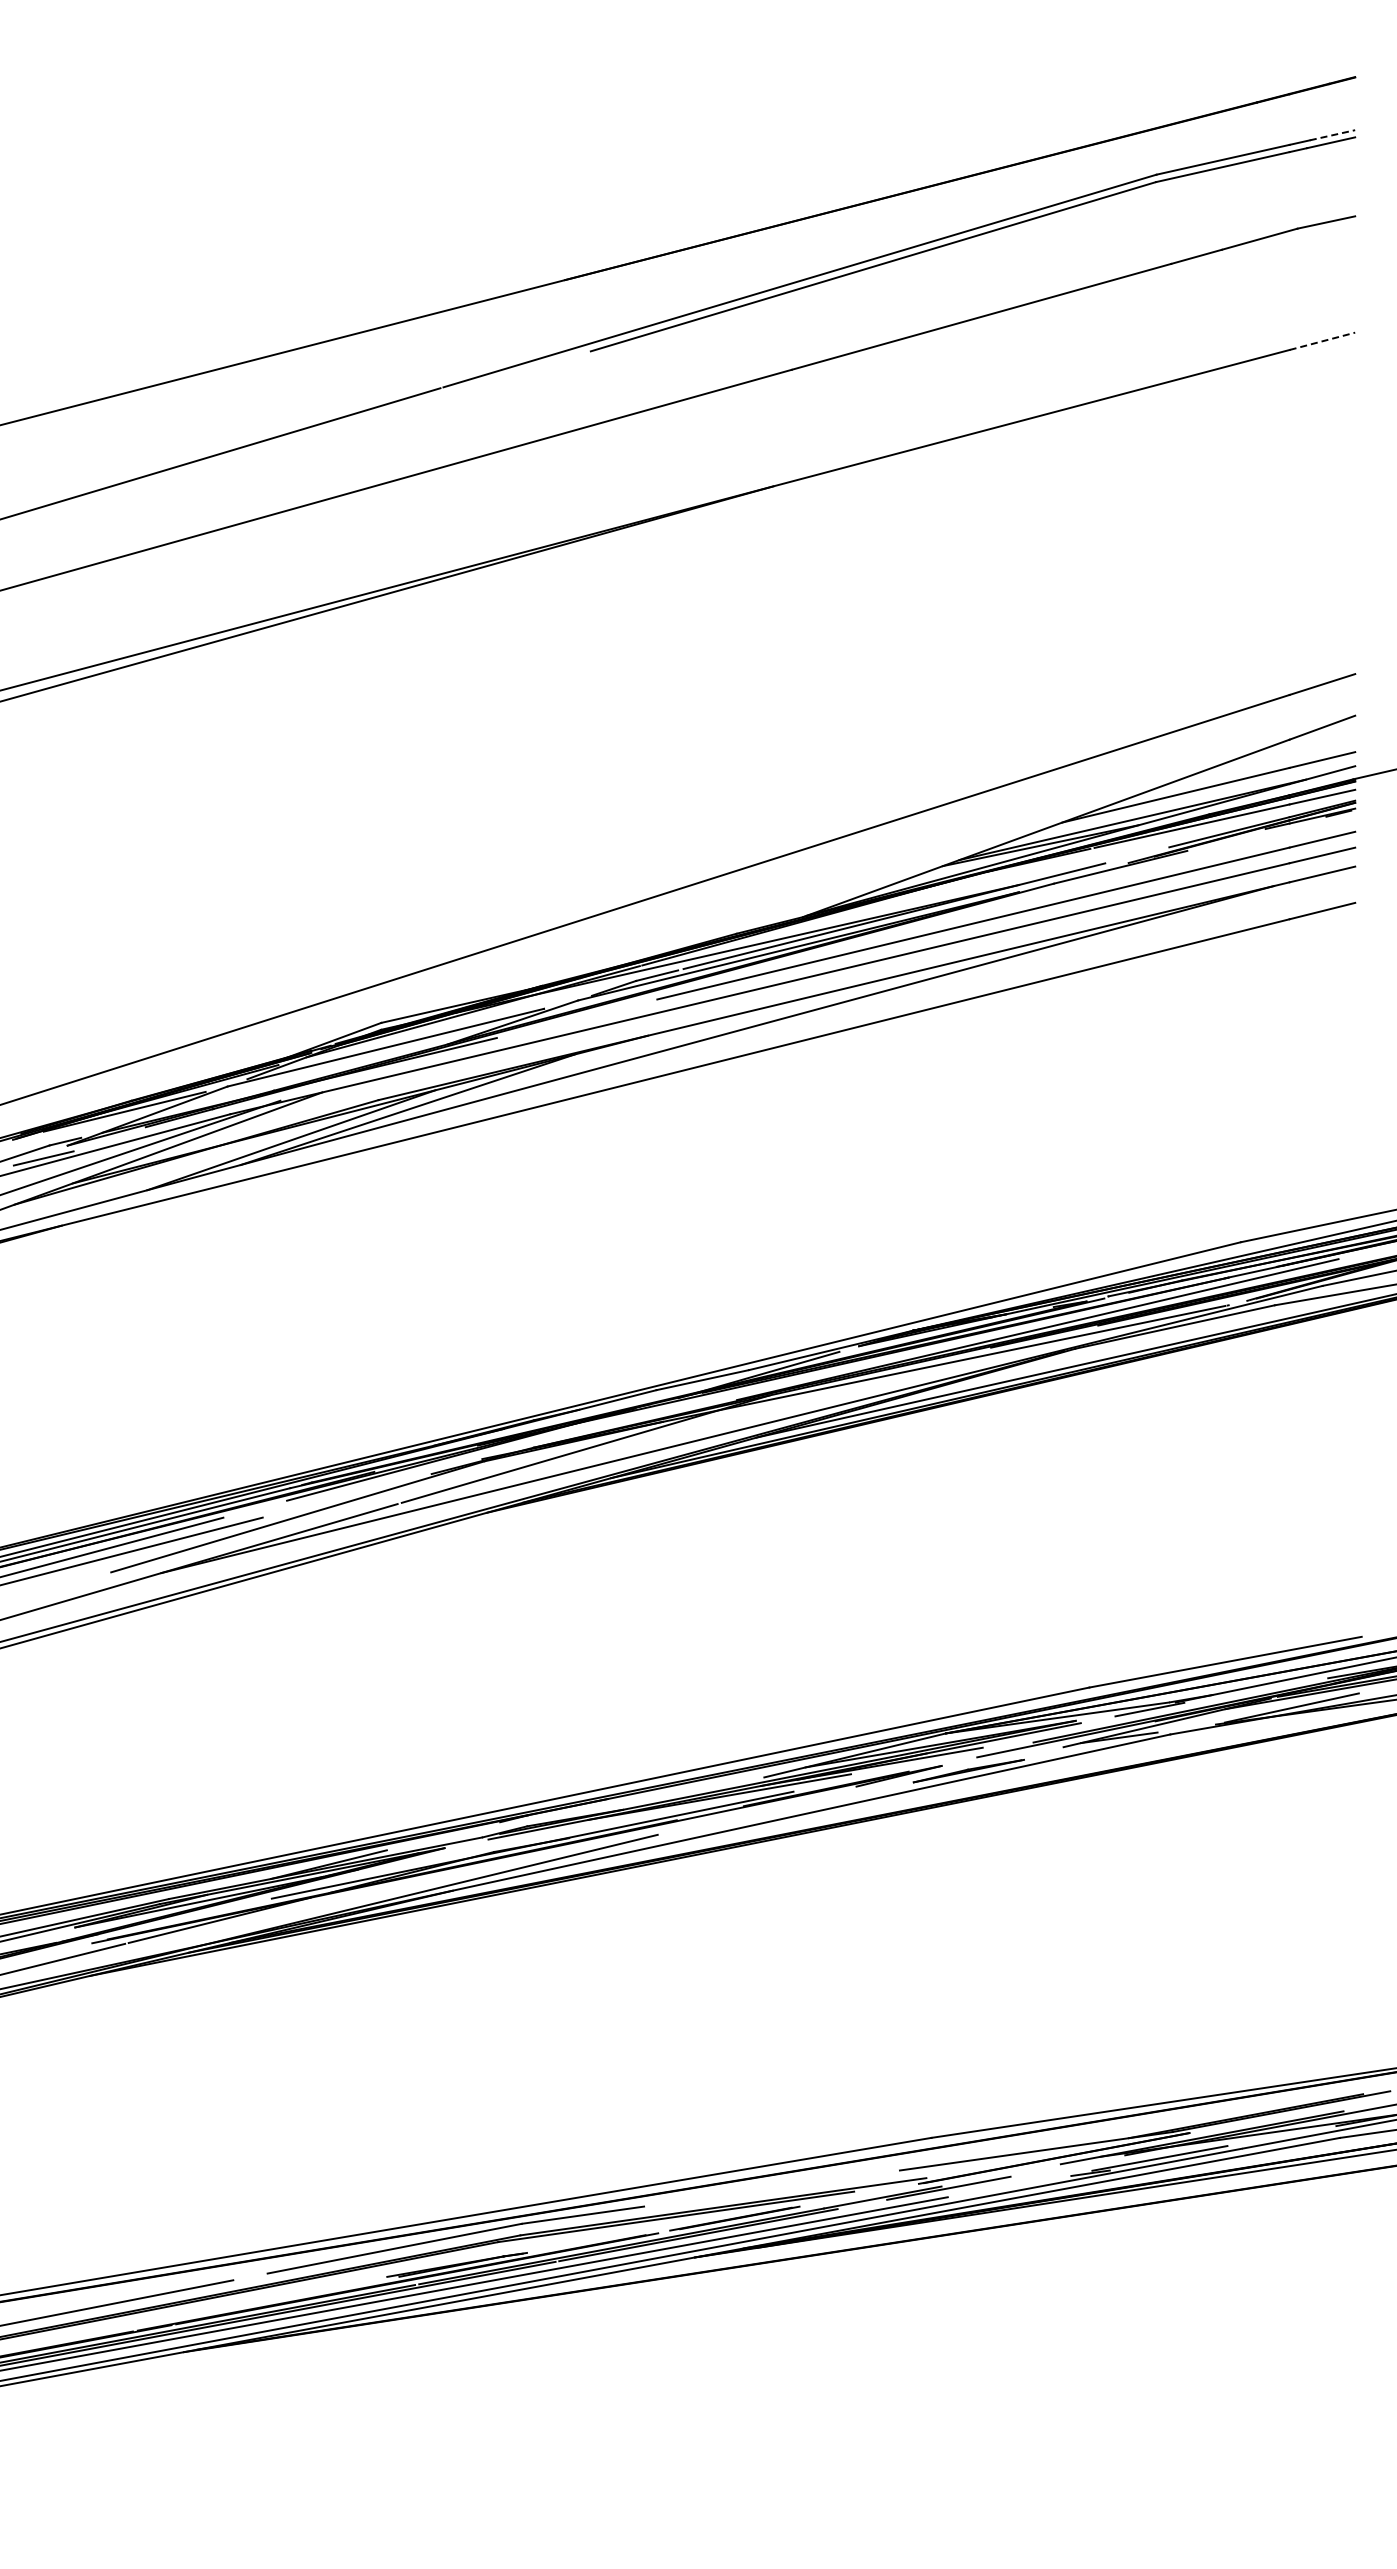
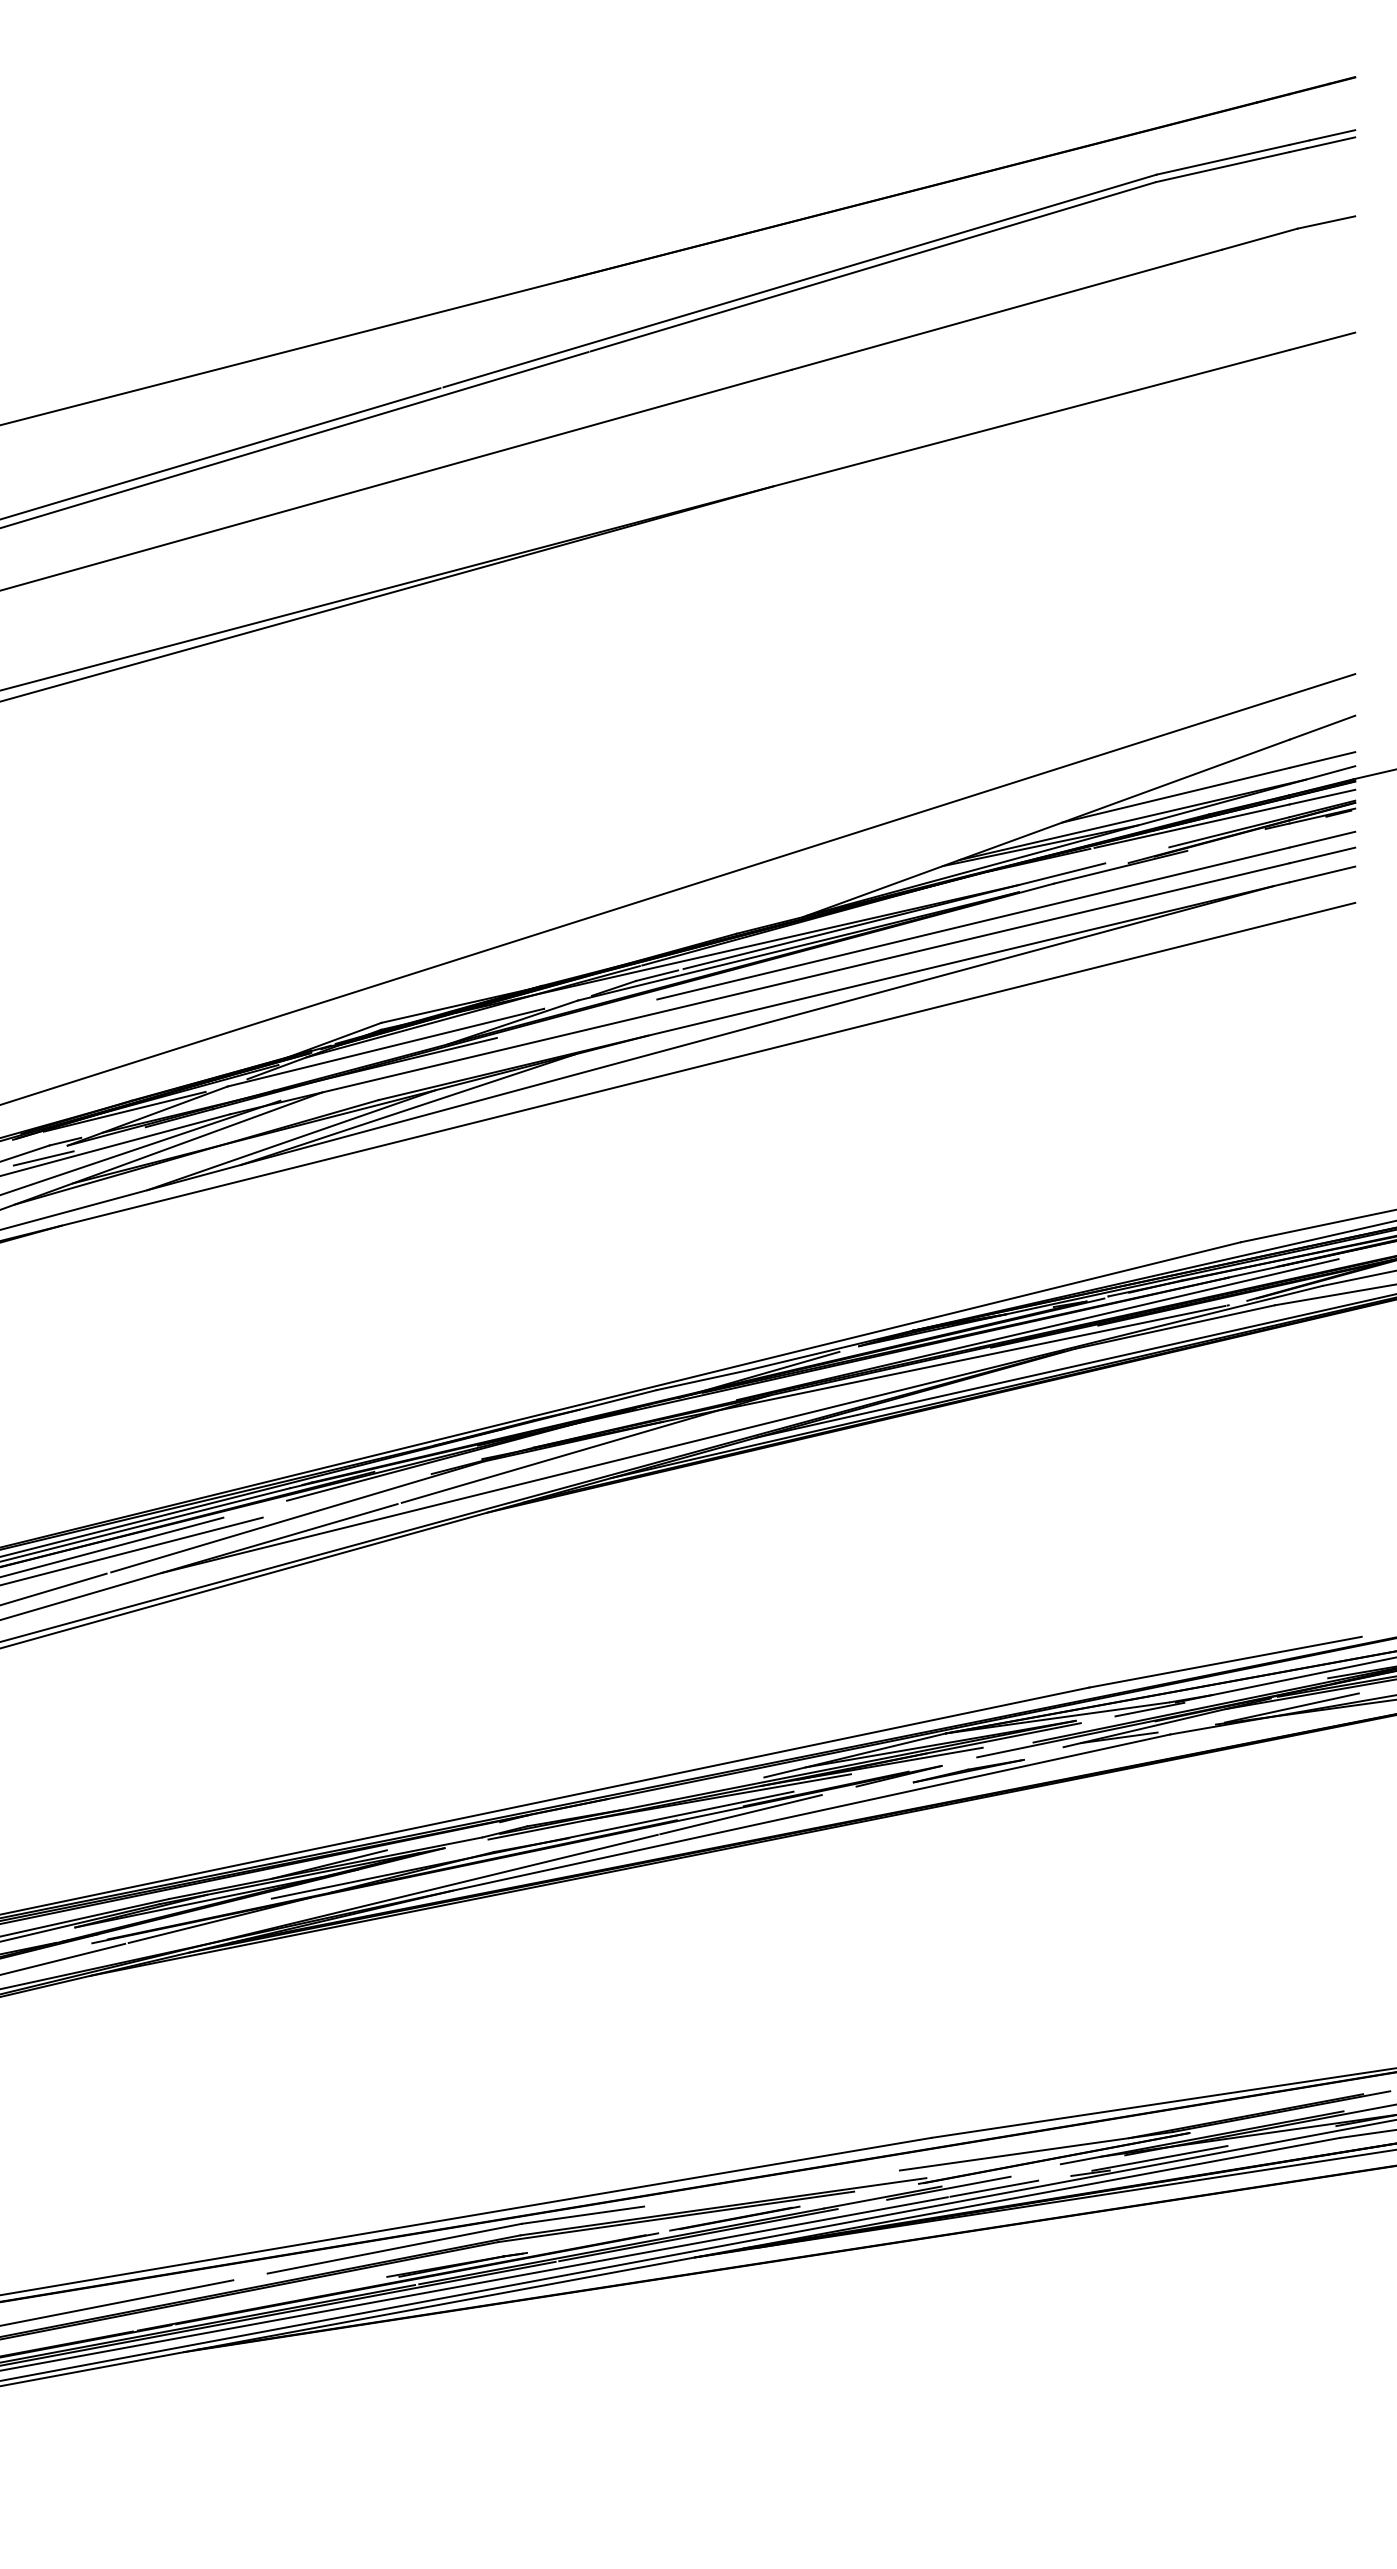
line at (1332, 135): dashed -> solid
line at (1322, 341): dashed -> solid
line at (295, 439): none -> present
line at (54, 1588): none -> present
line at (740, 1814): none -> present
line at (994, 2188): none -> present
